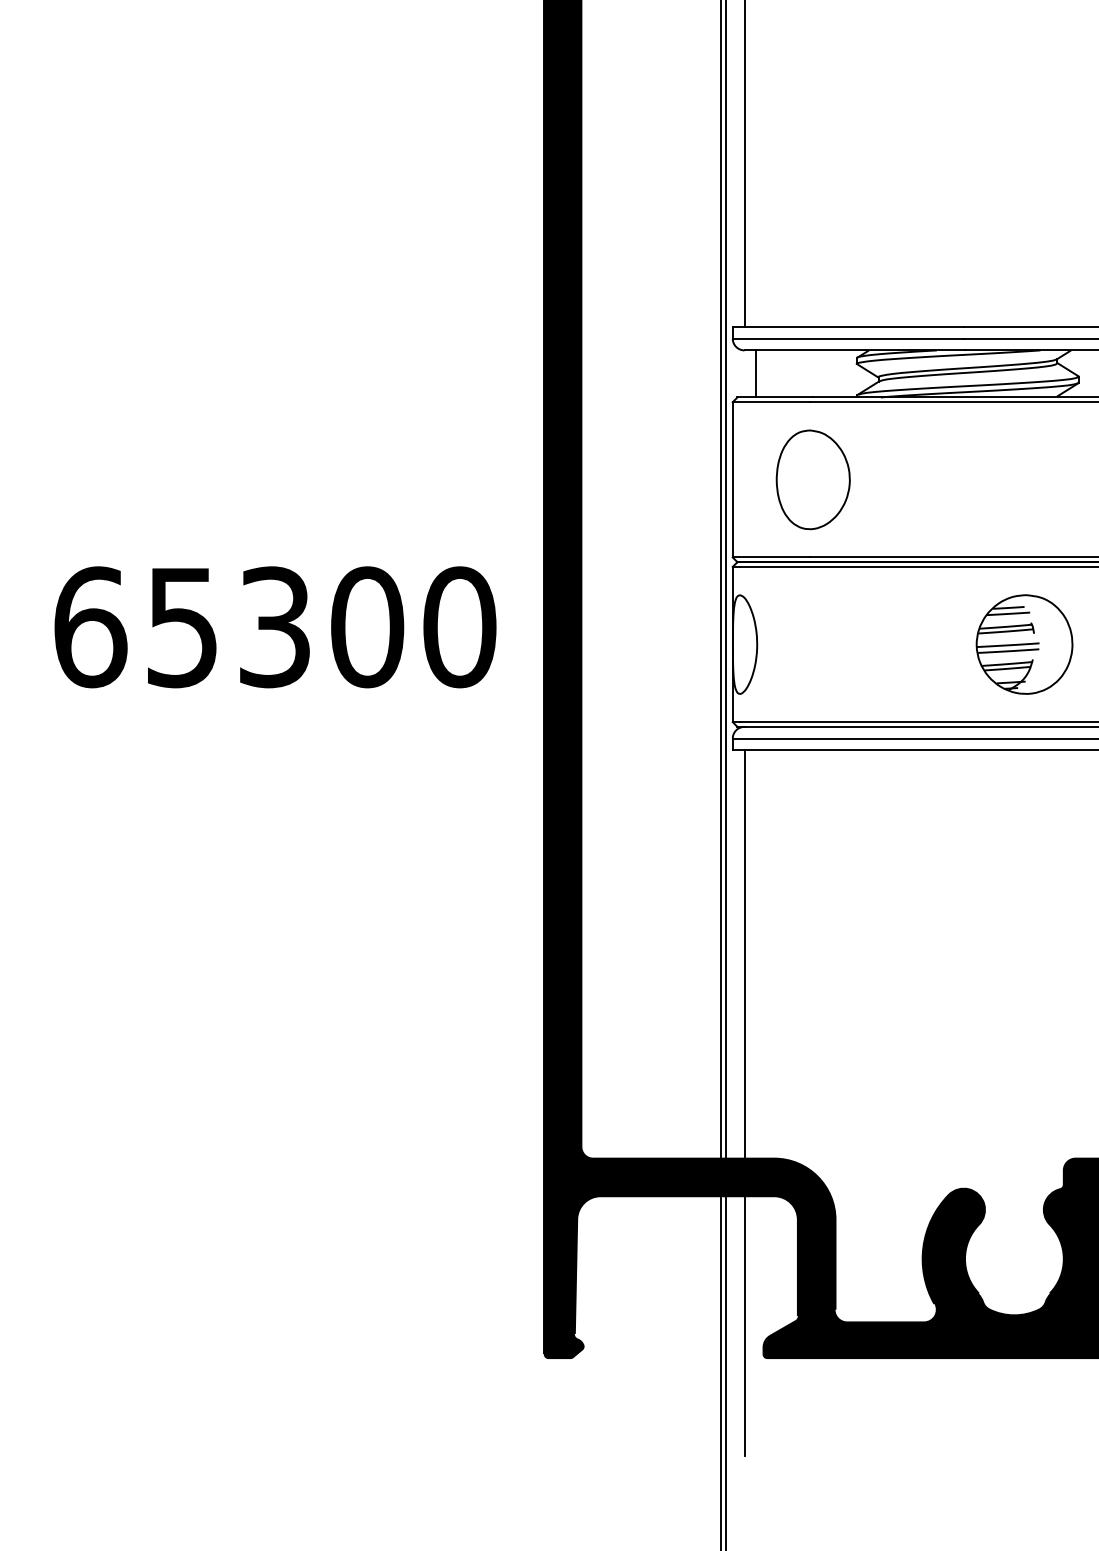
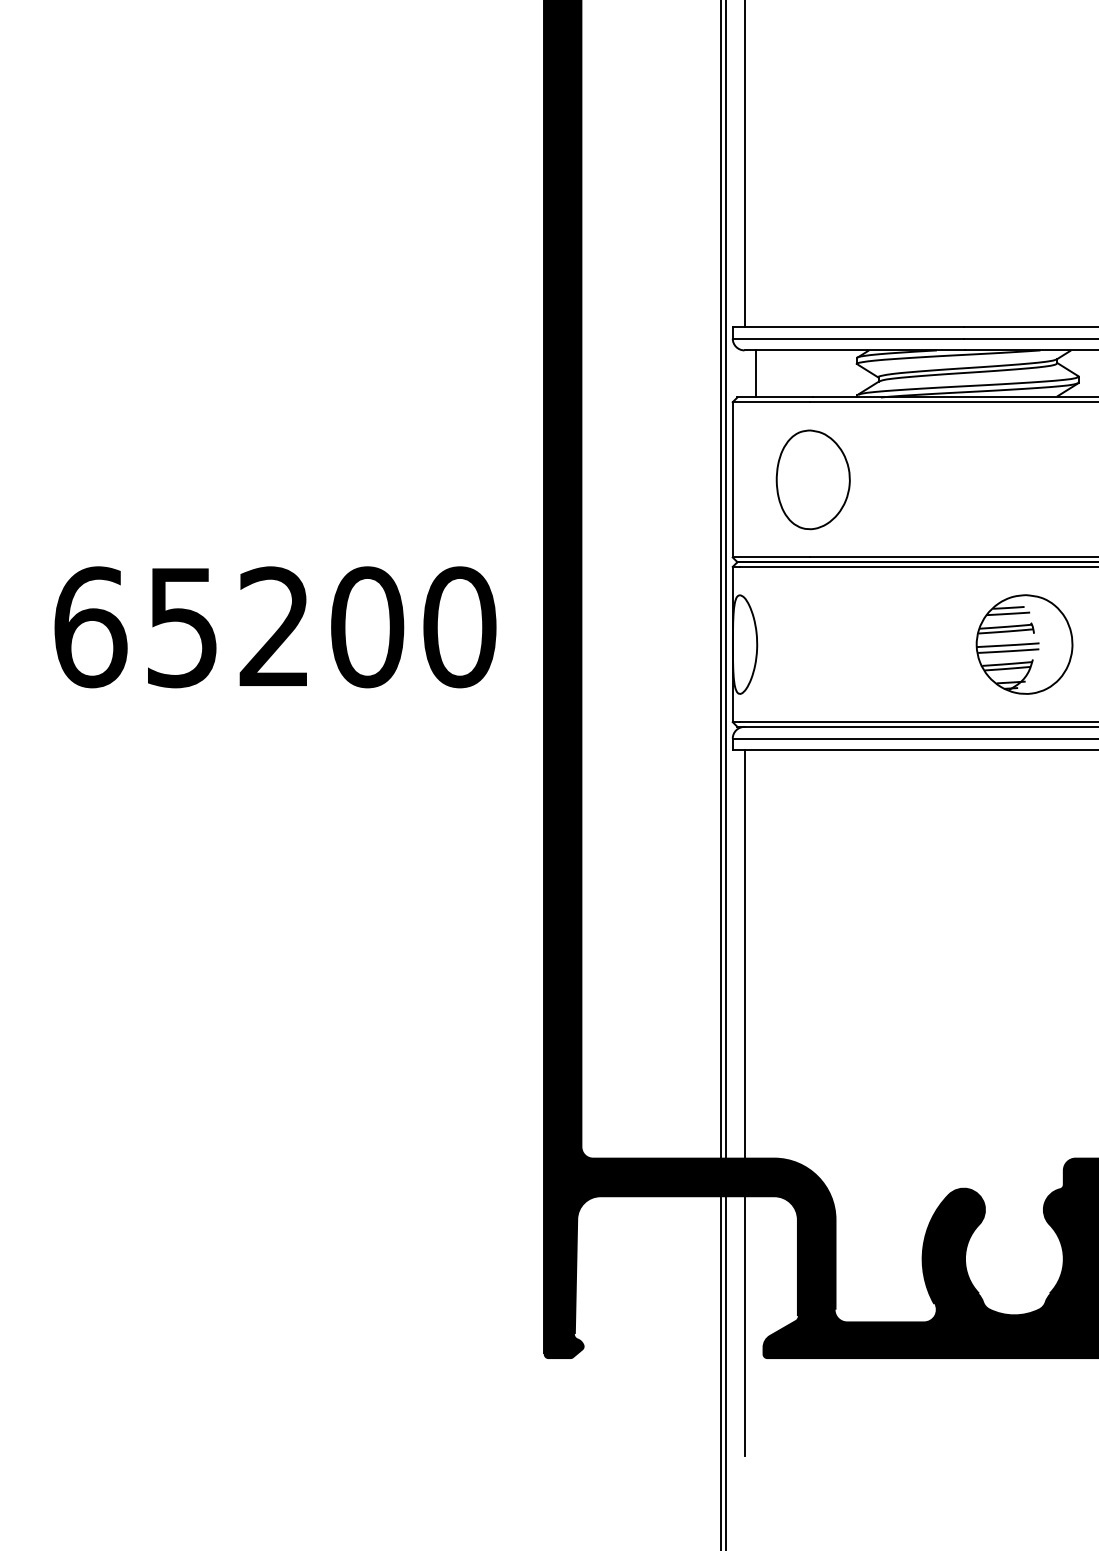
text at (274, 627): 65300 -> 65200
